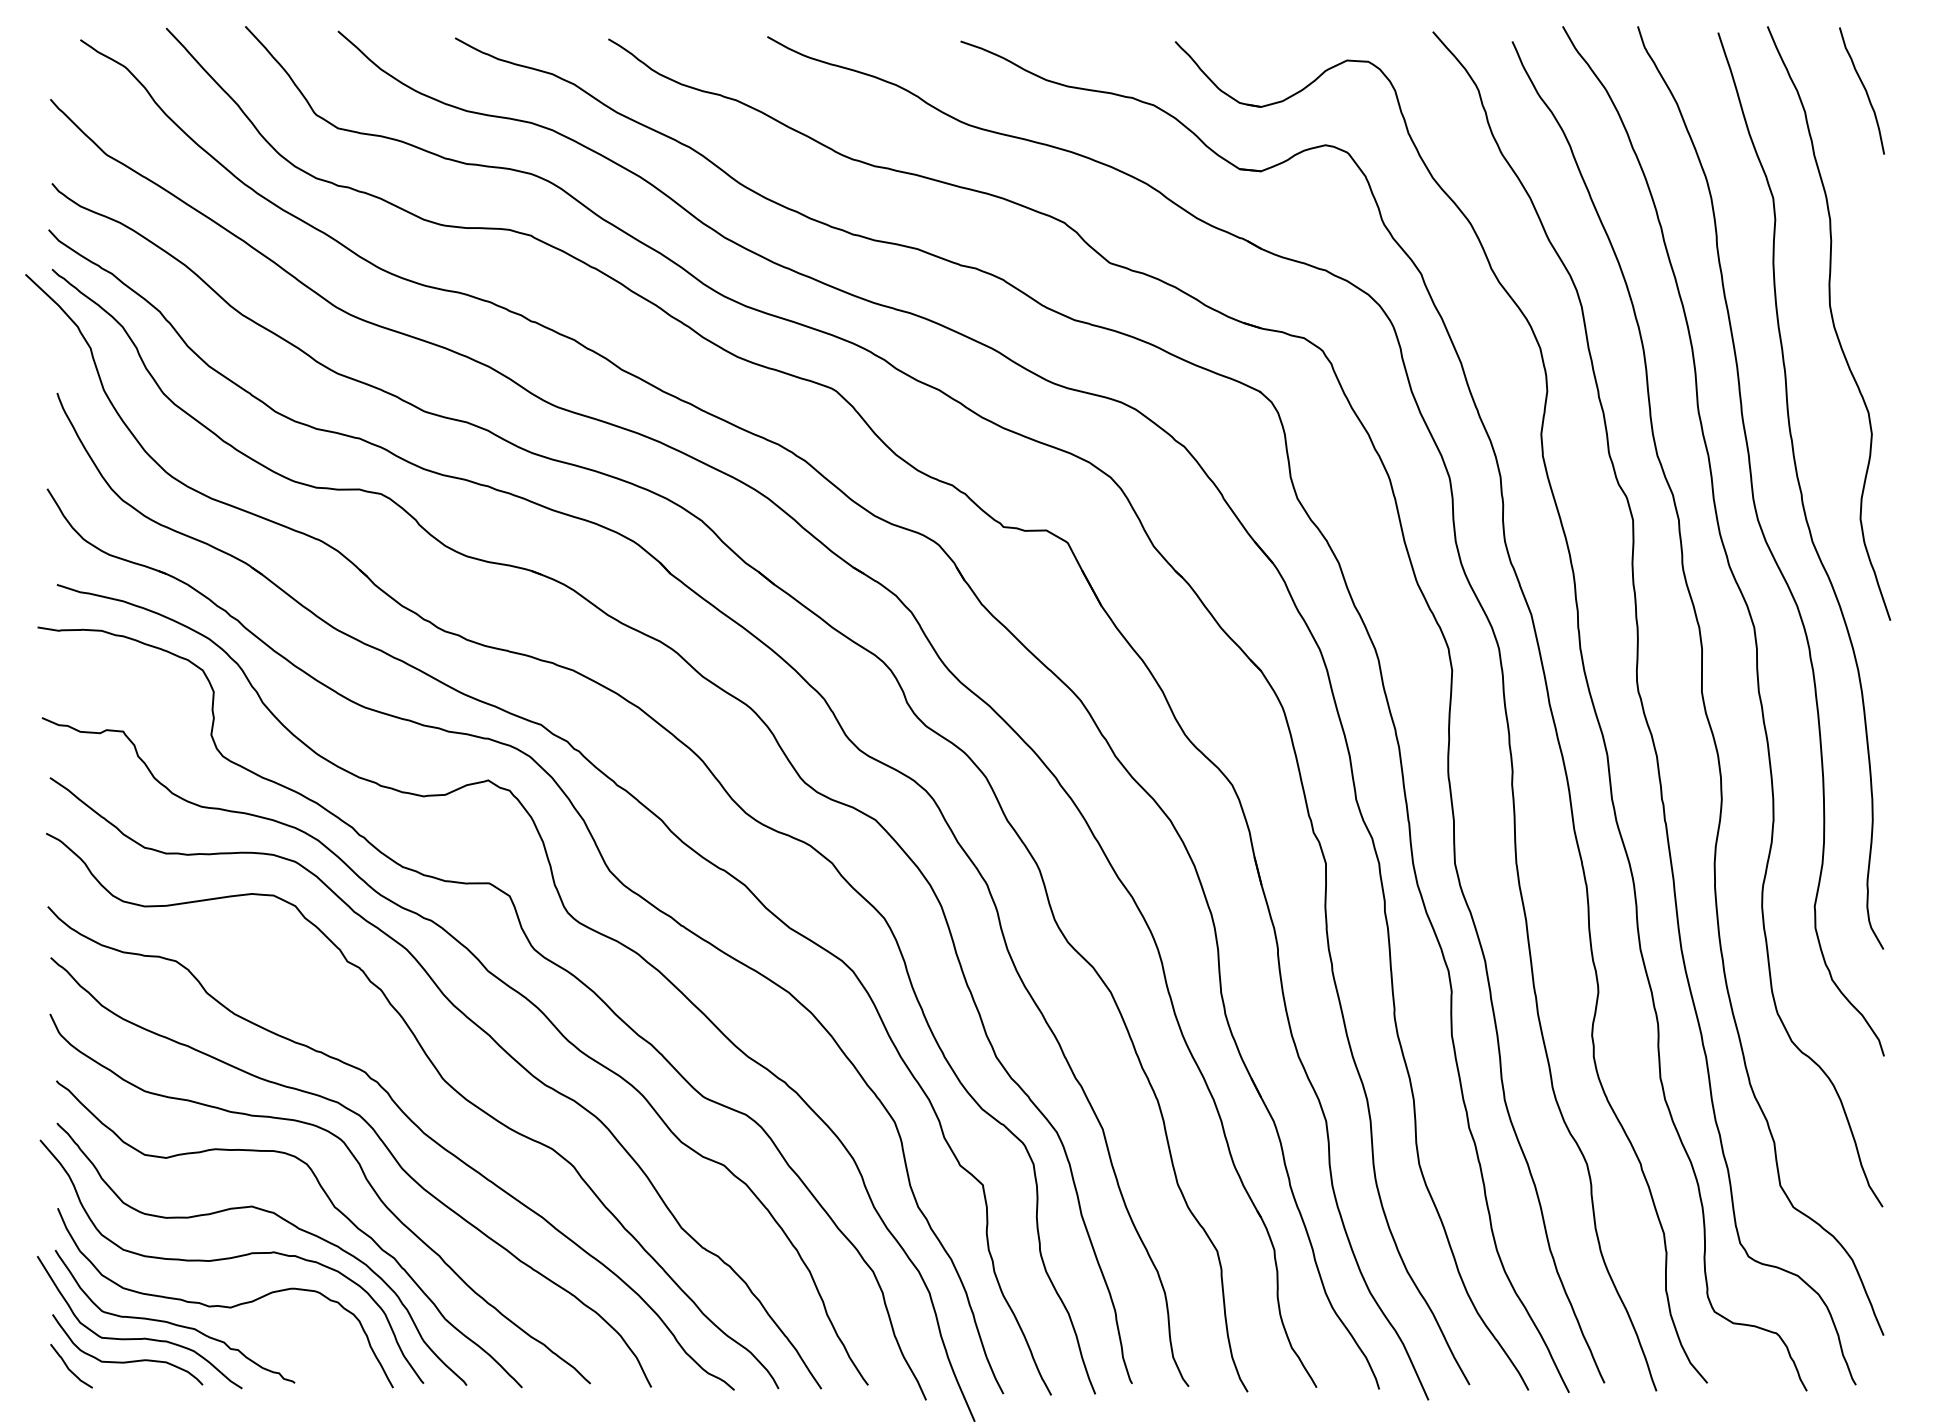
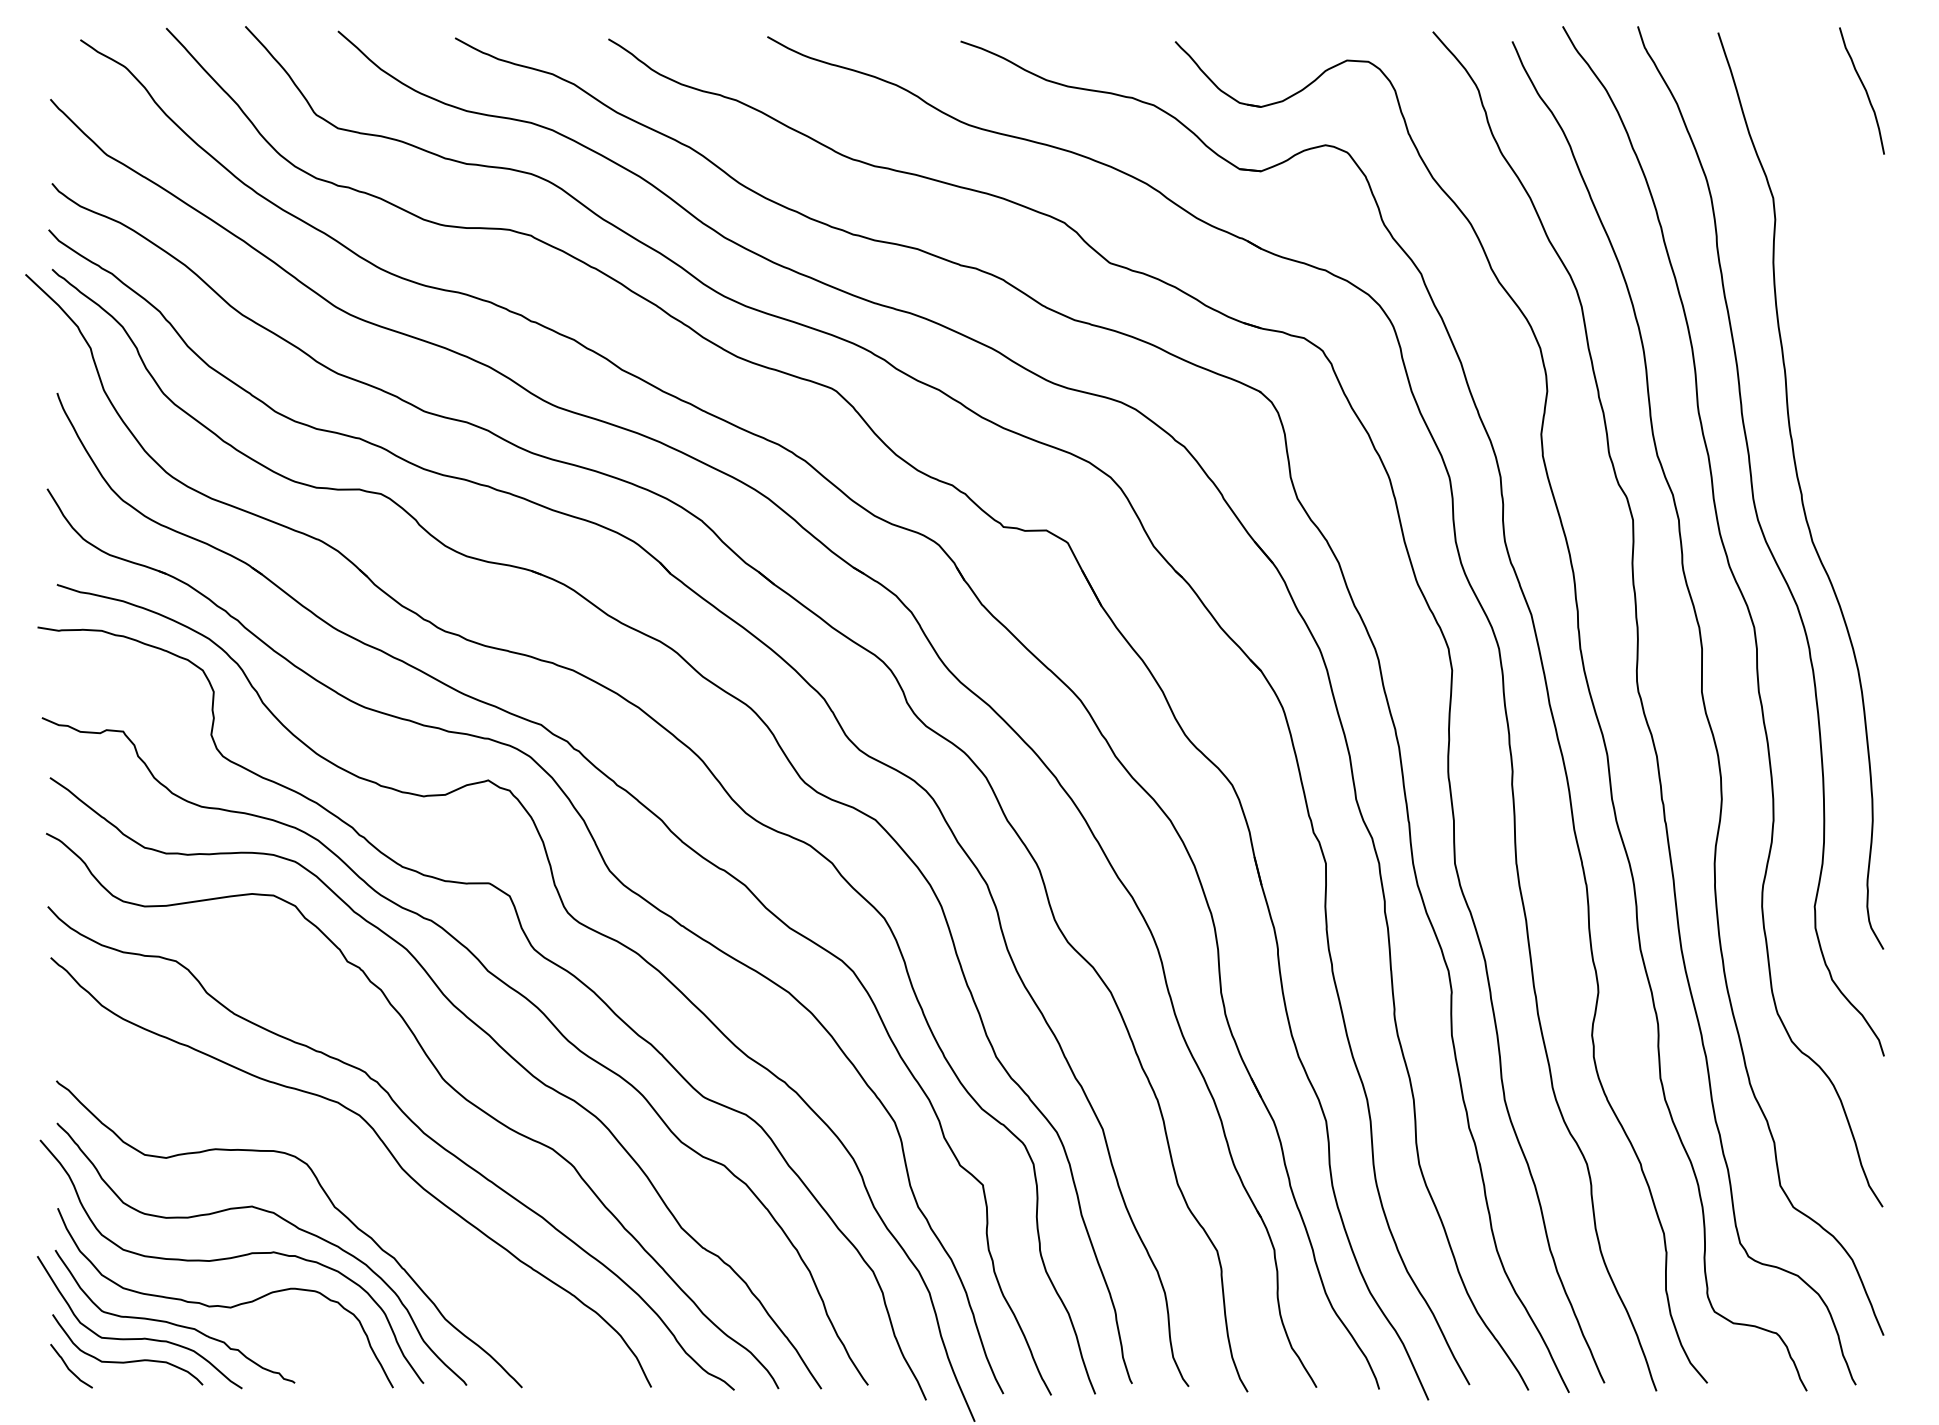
curve at (1832, 323): present -> none
curve at (363, 1175): present -> none
